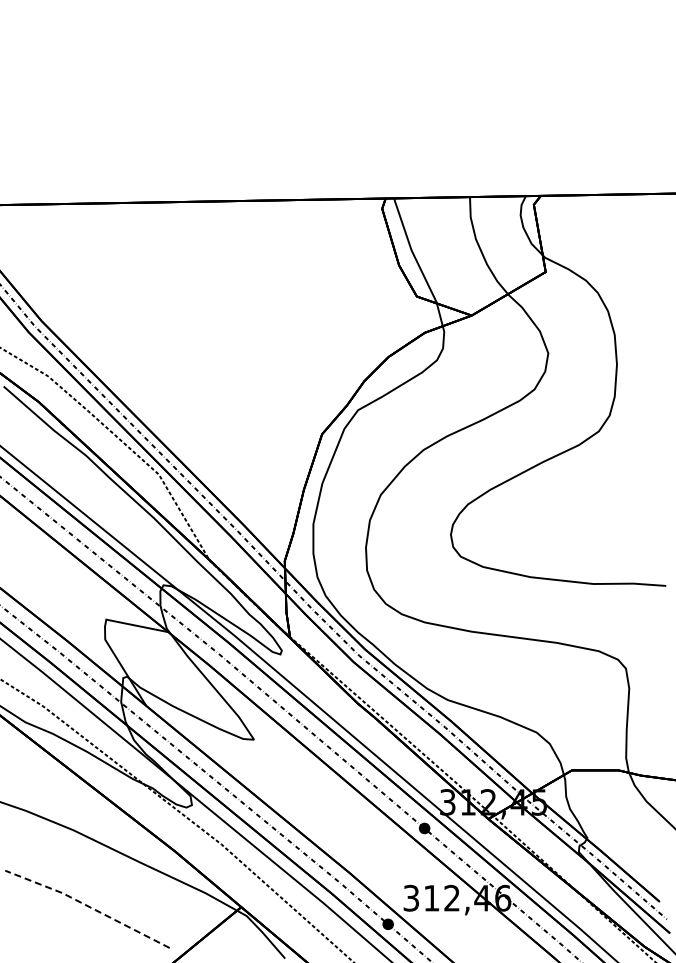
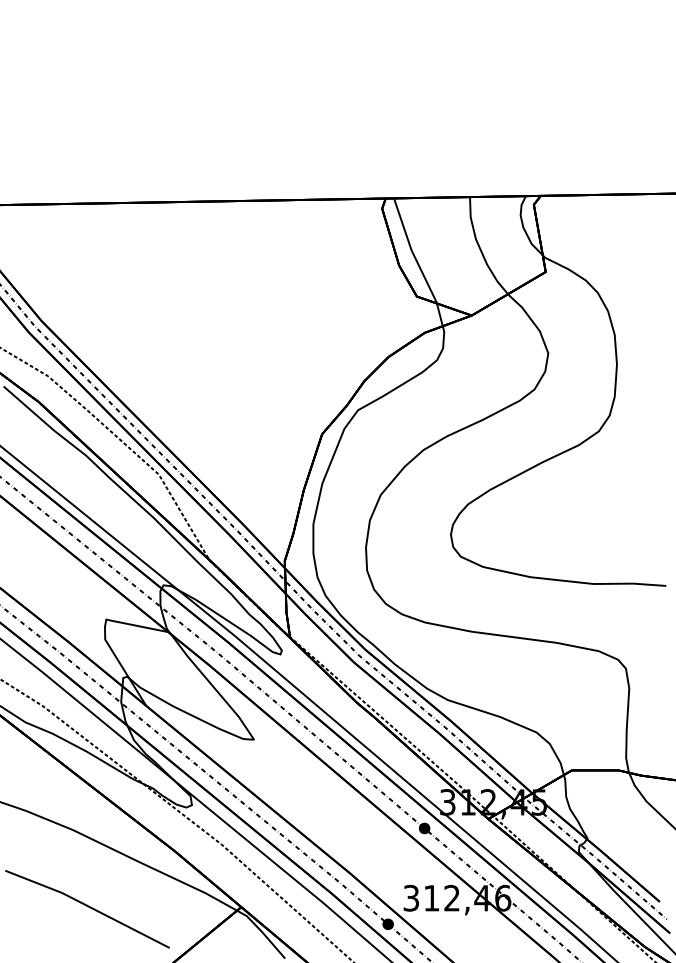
line at (88, 906): dashed -> solid
